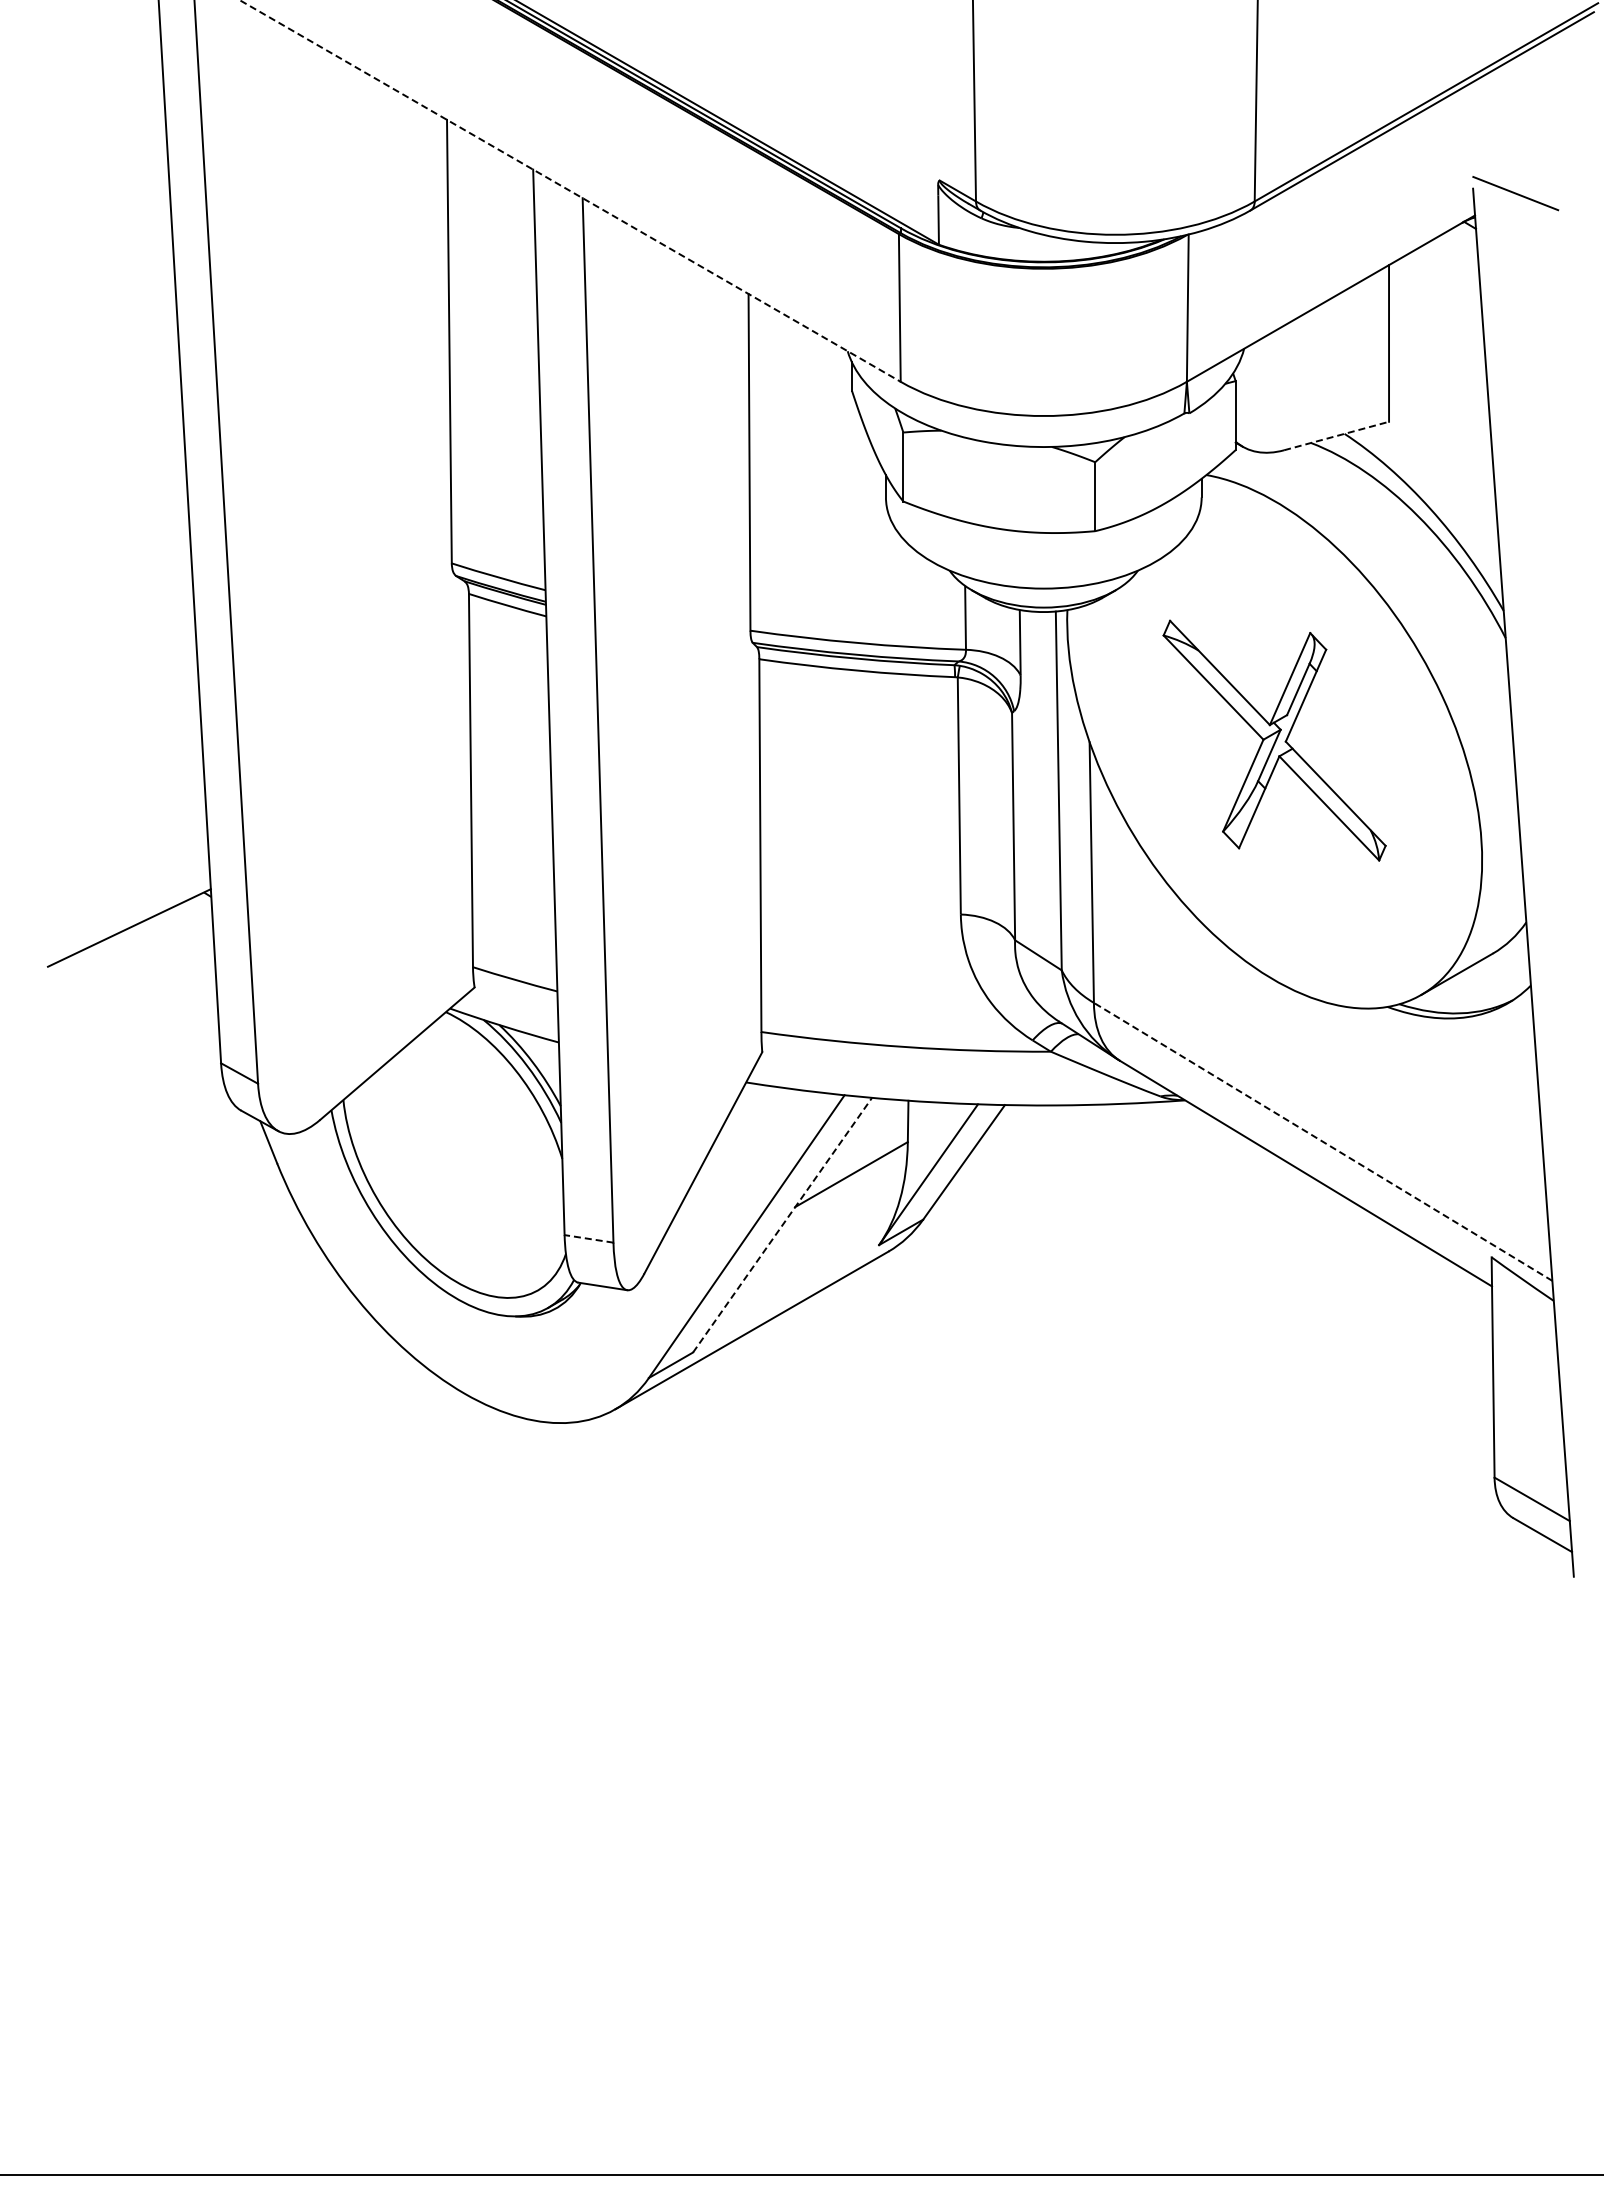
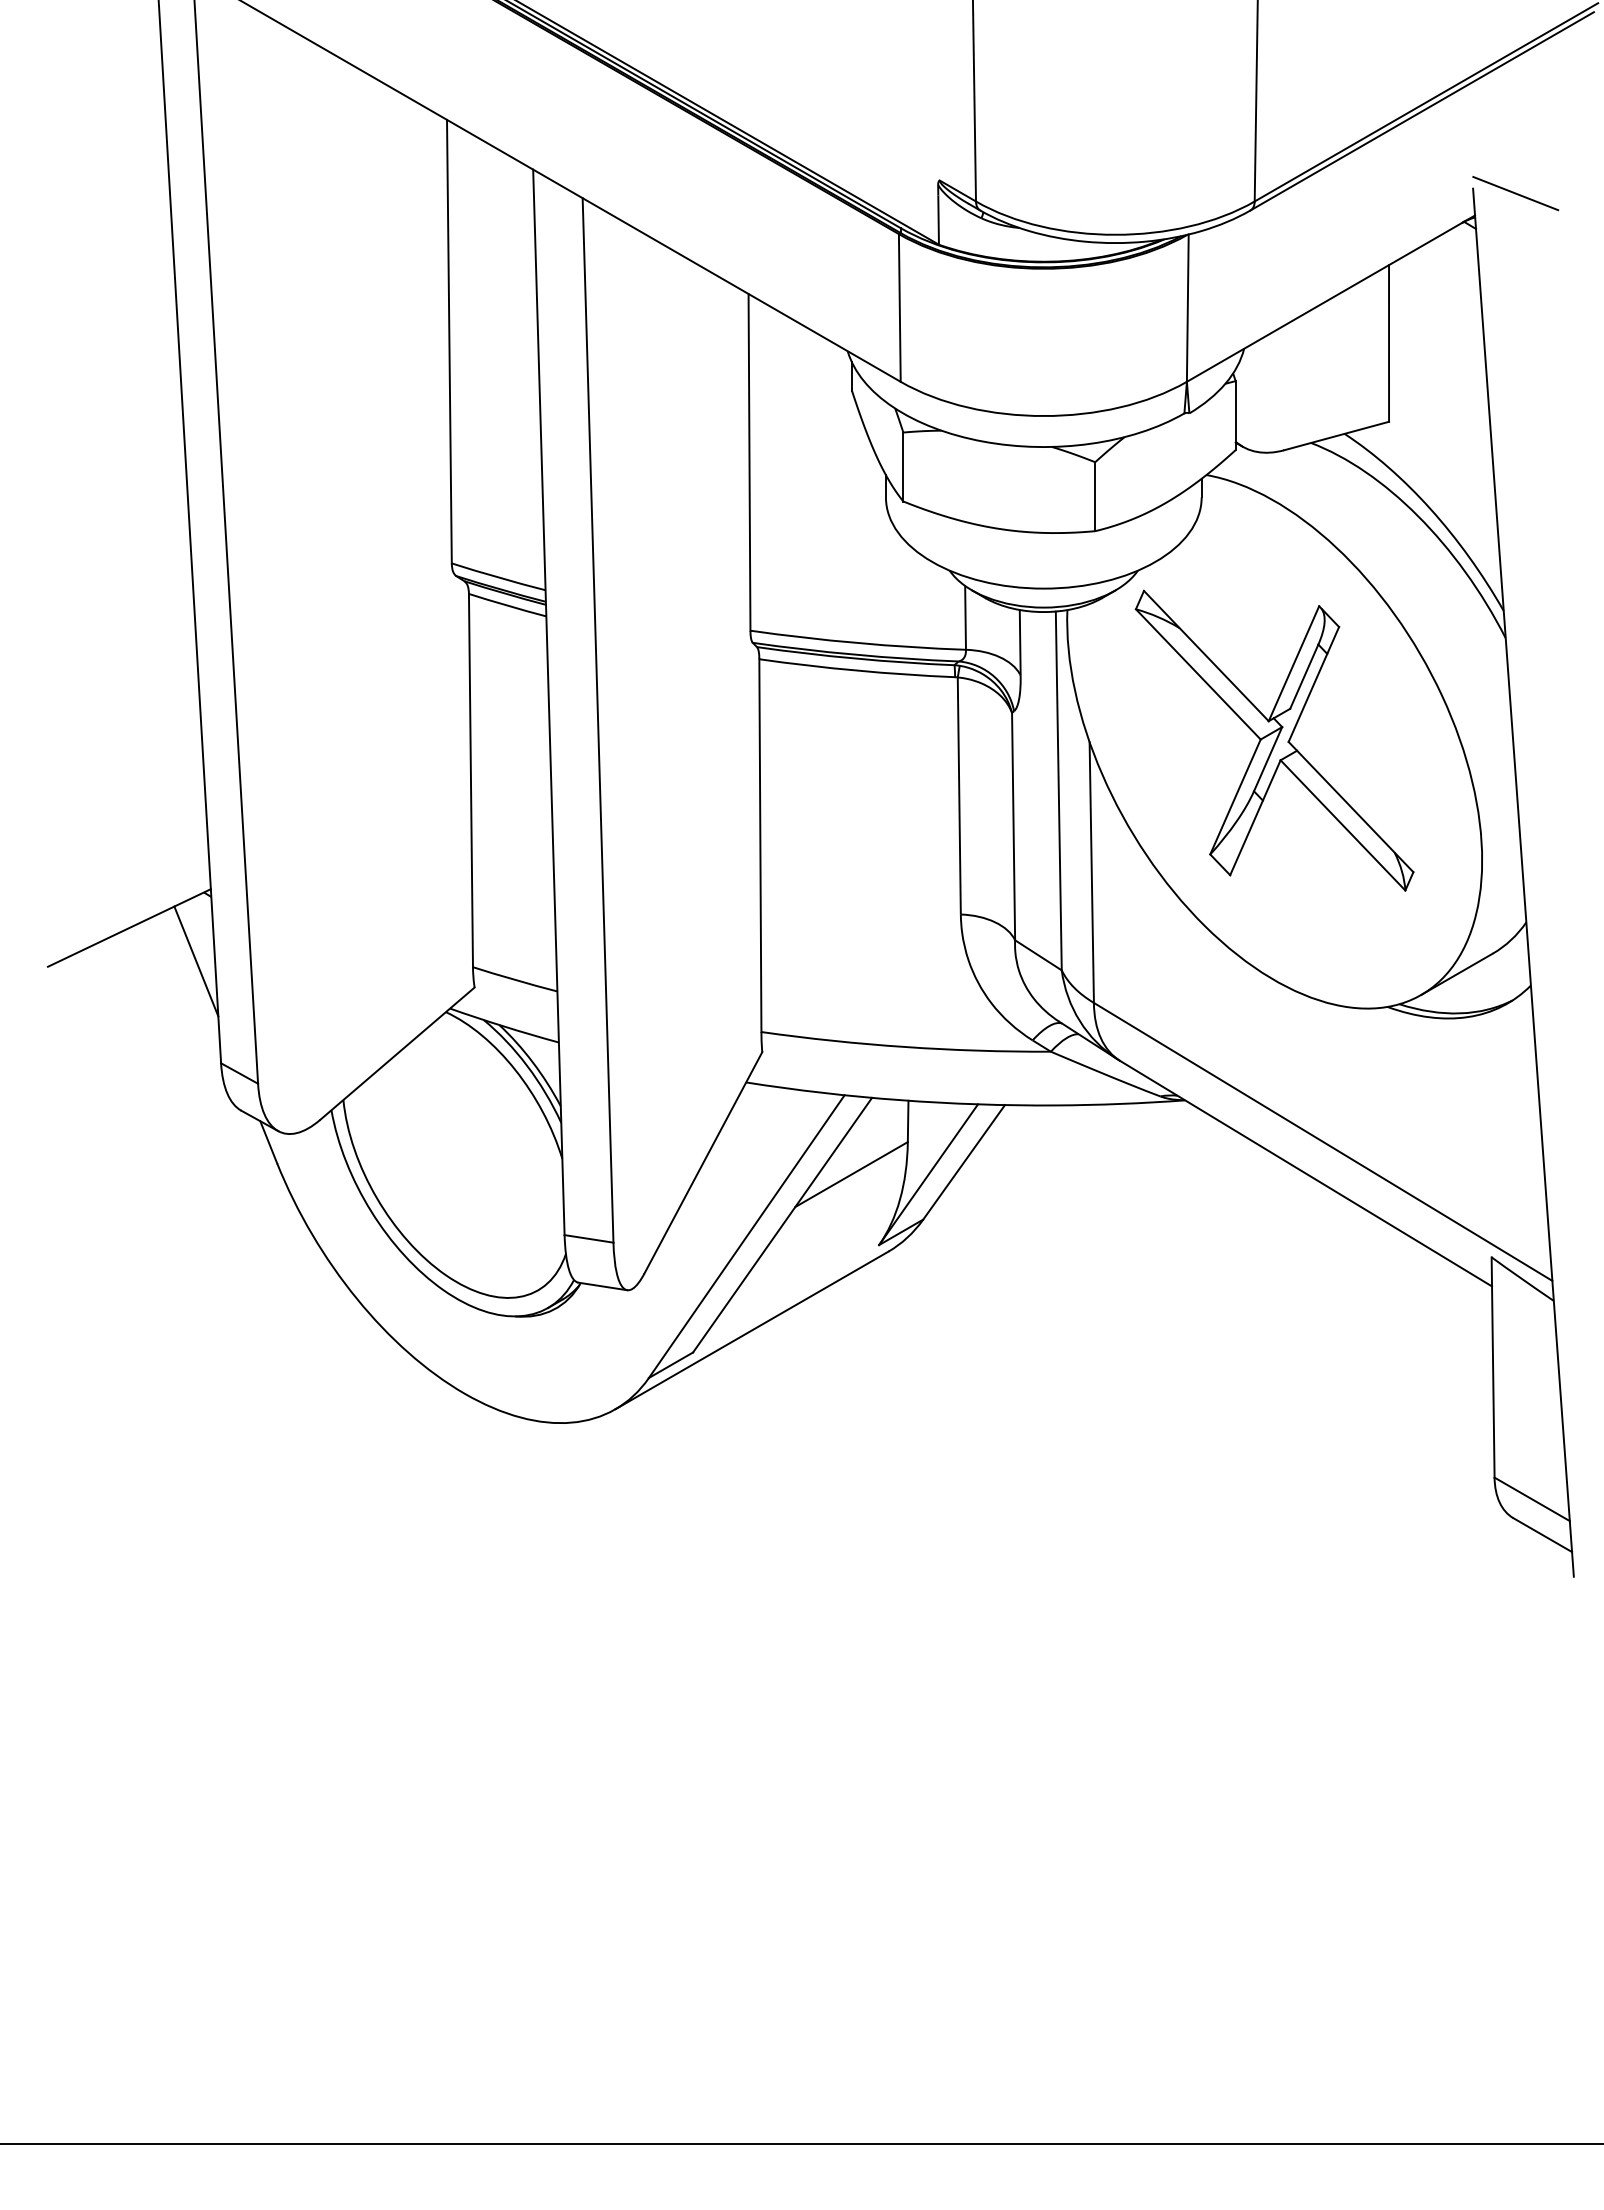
line at (570, 190): dashed -> solid
line at (1337, 435): dashed -> solid
part at (1274, 740) size: 225x243 px -> 281x303 px
line at (196, 961): none -> present
line at (1322, 1141): dashed -> solid
line at (782, 1225): dashed -> solid
line at (589, 1238): dashed -> solid
line at (801, 2174) position: (801, 2174) -> (801, 2143)
